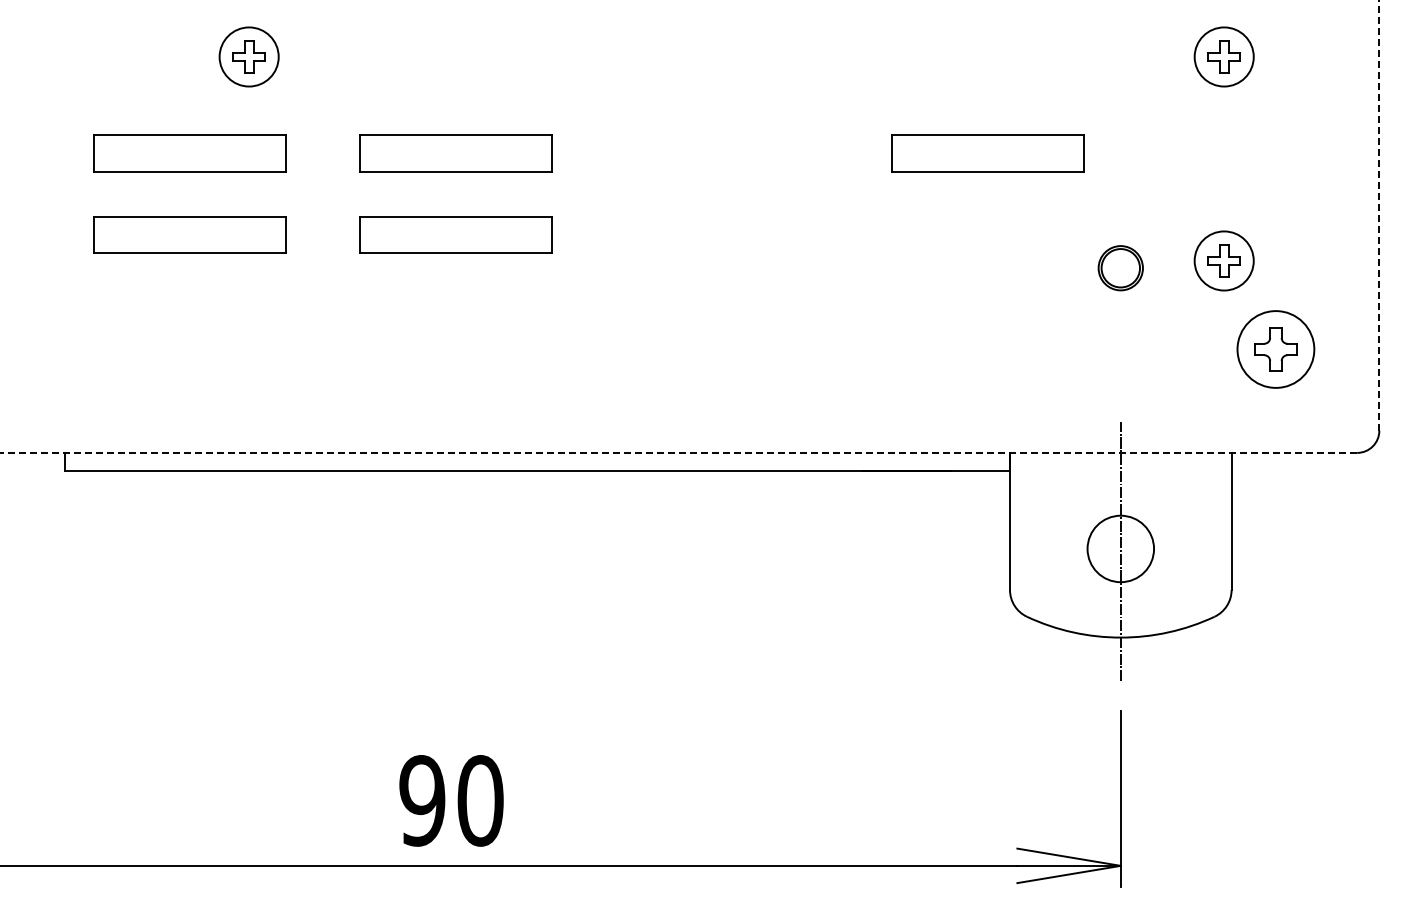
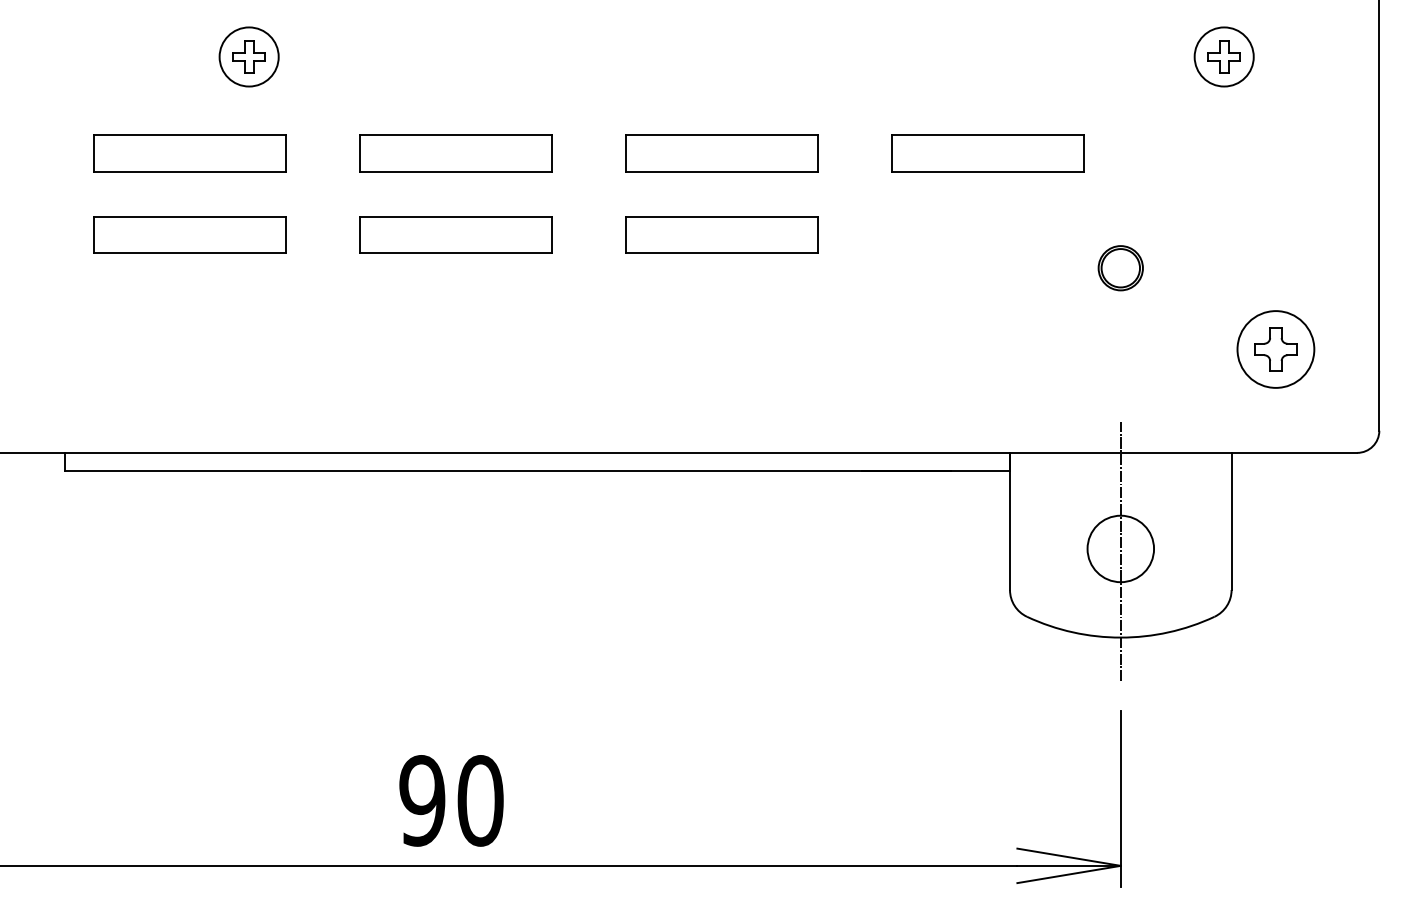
part at (721, 153): none -> present
line at (1379, 214): dashed -> solid
part at (721, 234): none -> present
part at (1223, 260): present -> none
line at (678, 452): dashed -> solid
